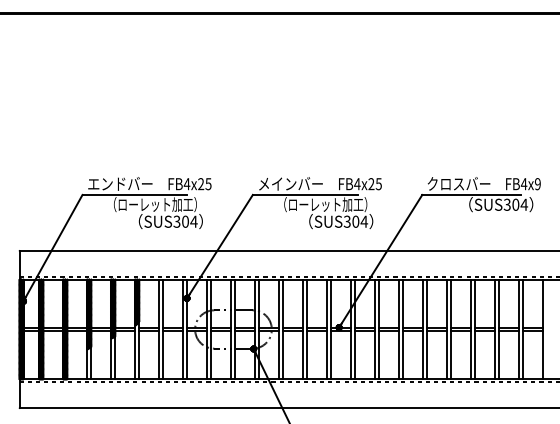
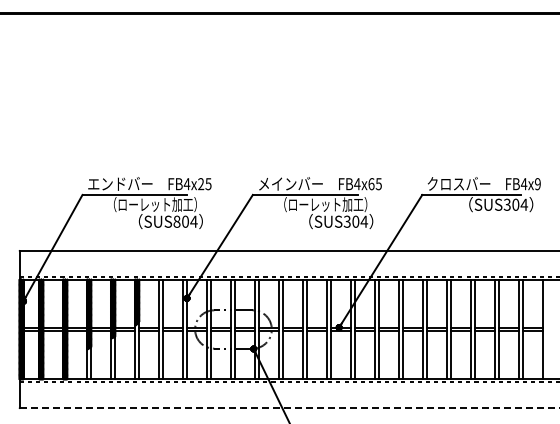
text at (371, 184): FB4x25 -> FB4x65
text at (176, 221): SUS304 -> SUS804
line at (289, 408): solid -> dashed
